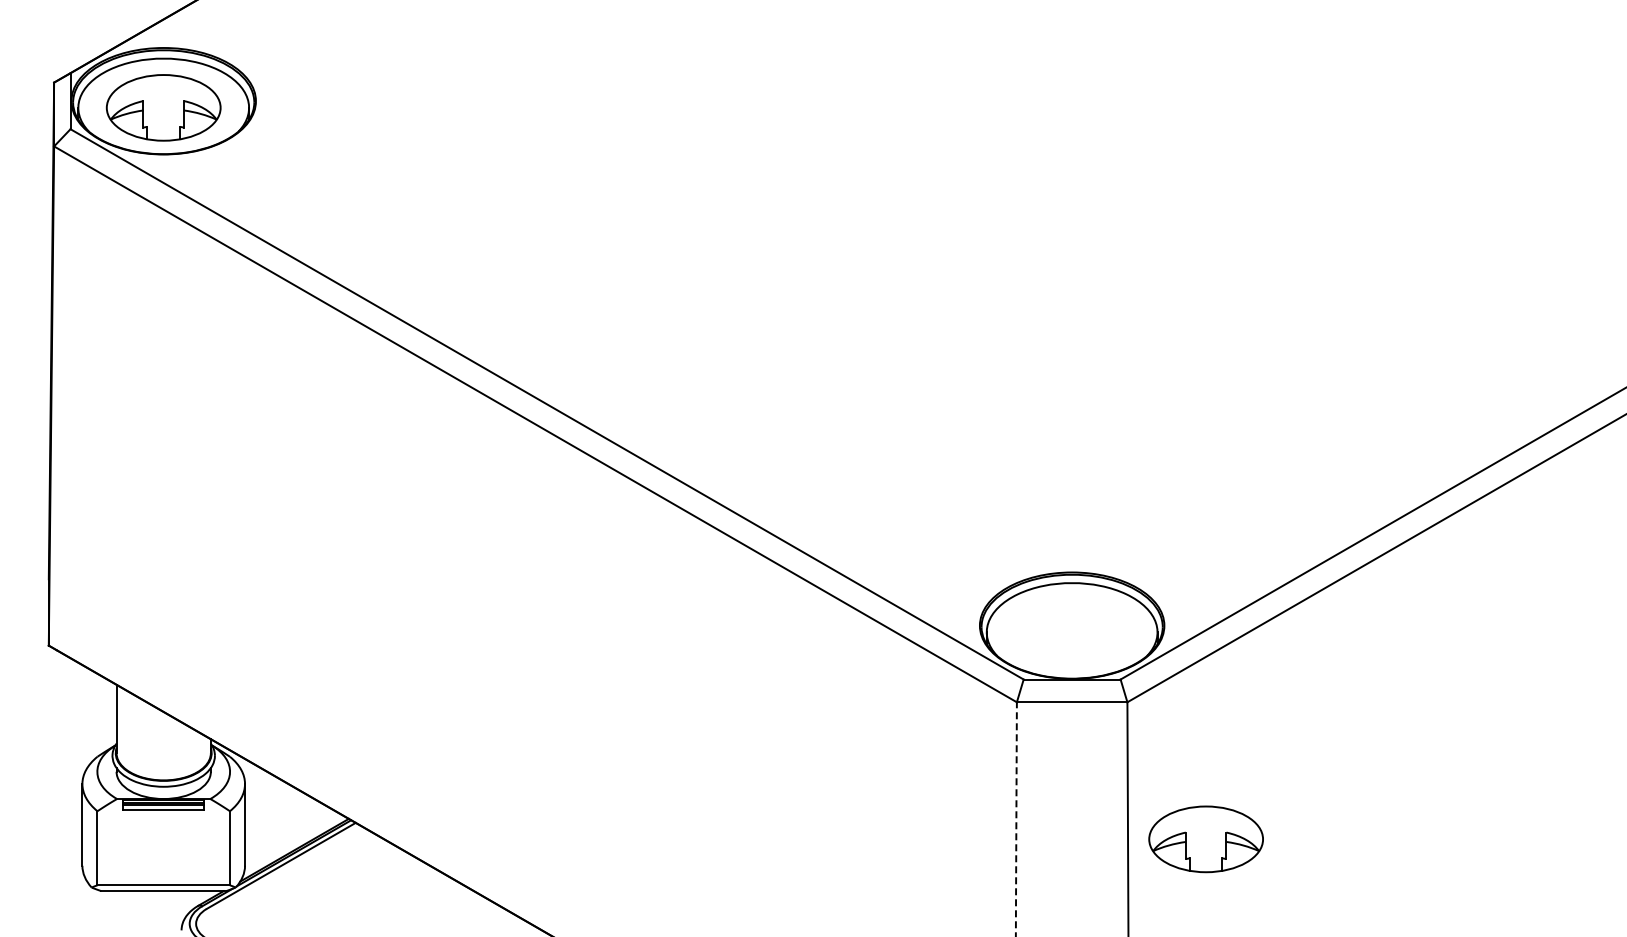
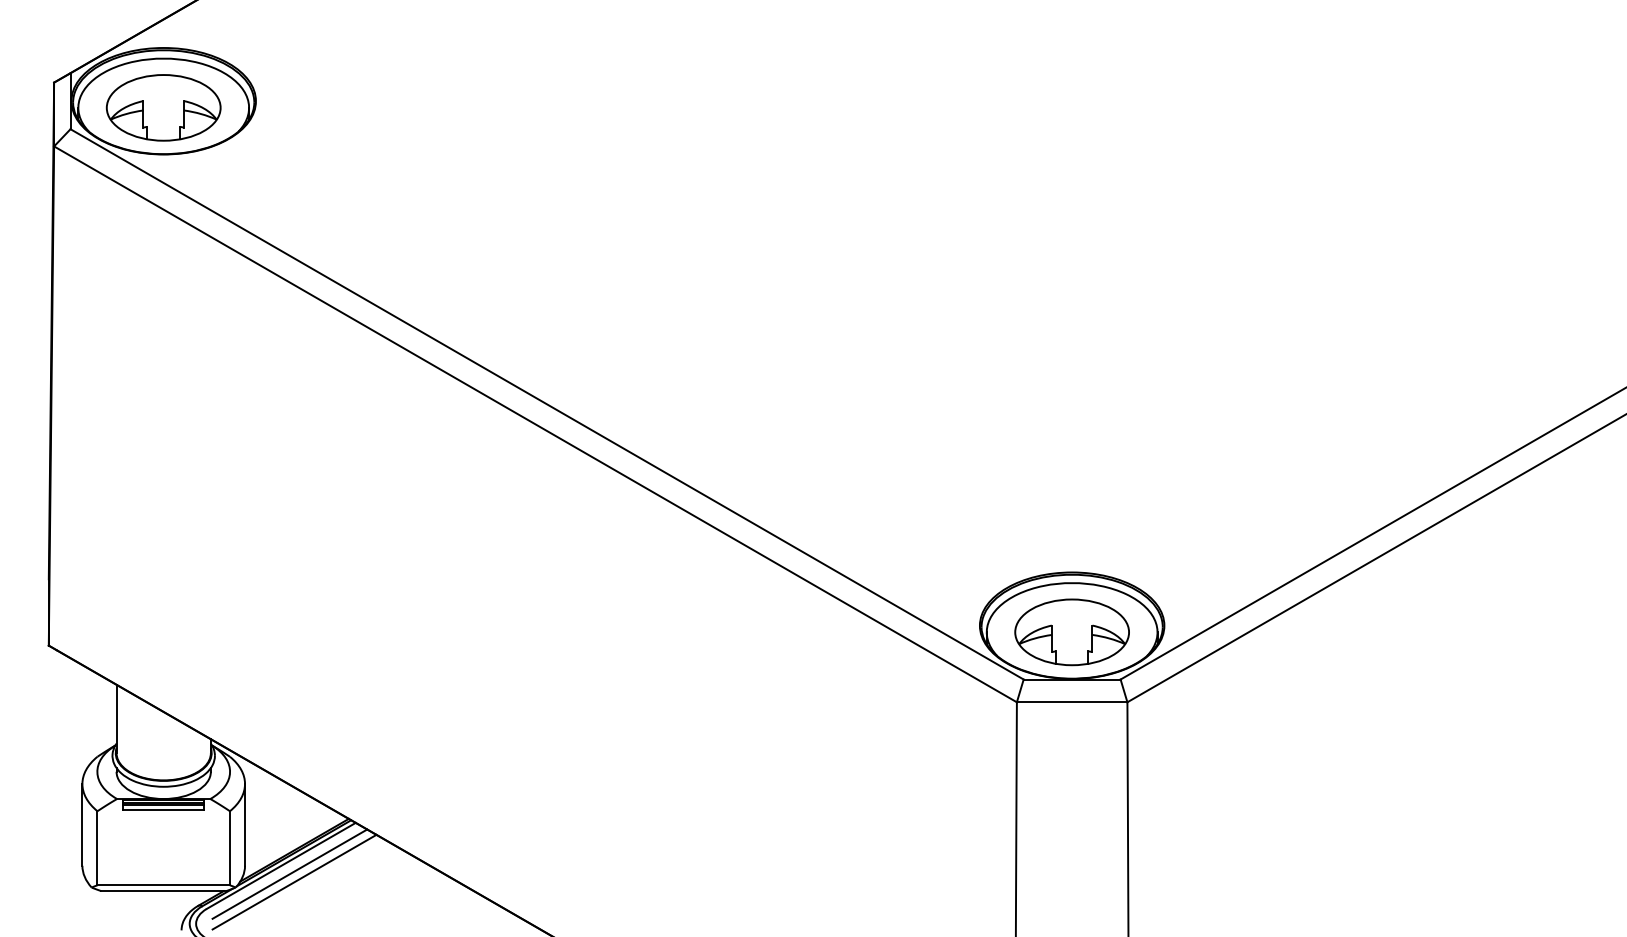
line at (1016, 819): dashed -> solid
part at (1205, 839) position: (1205, 839) -> (1071, 632)
line at (289, 873): none -> present
line at (294, 881): none -> present
